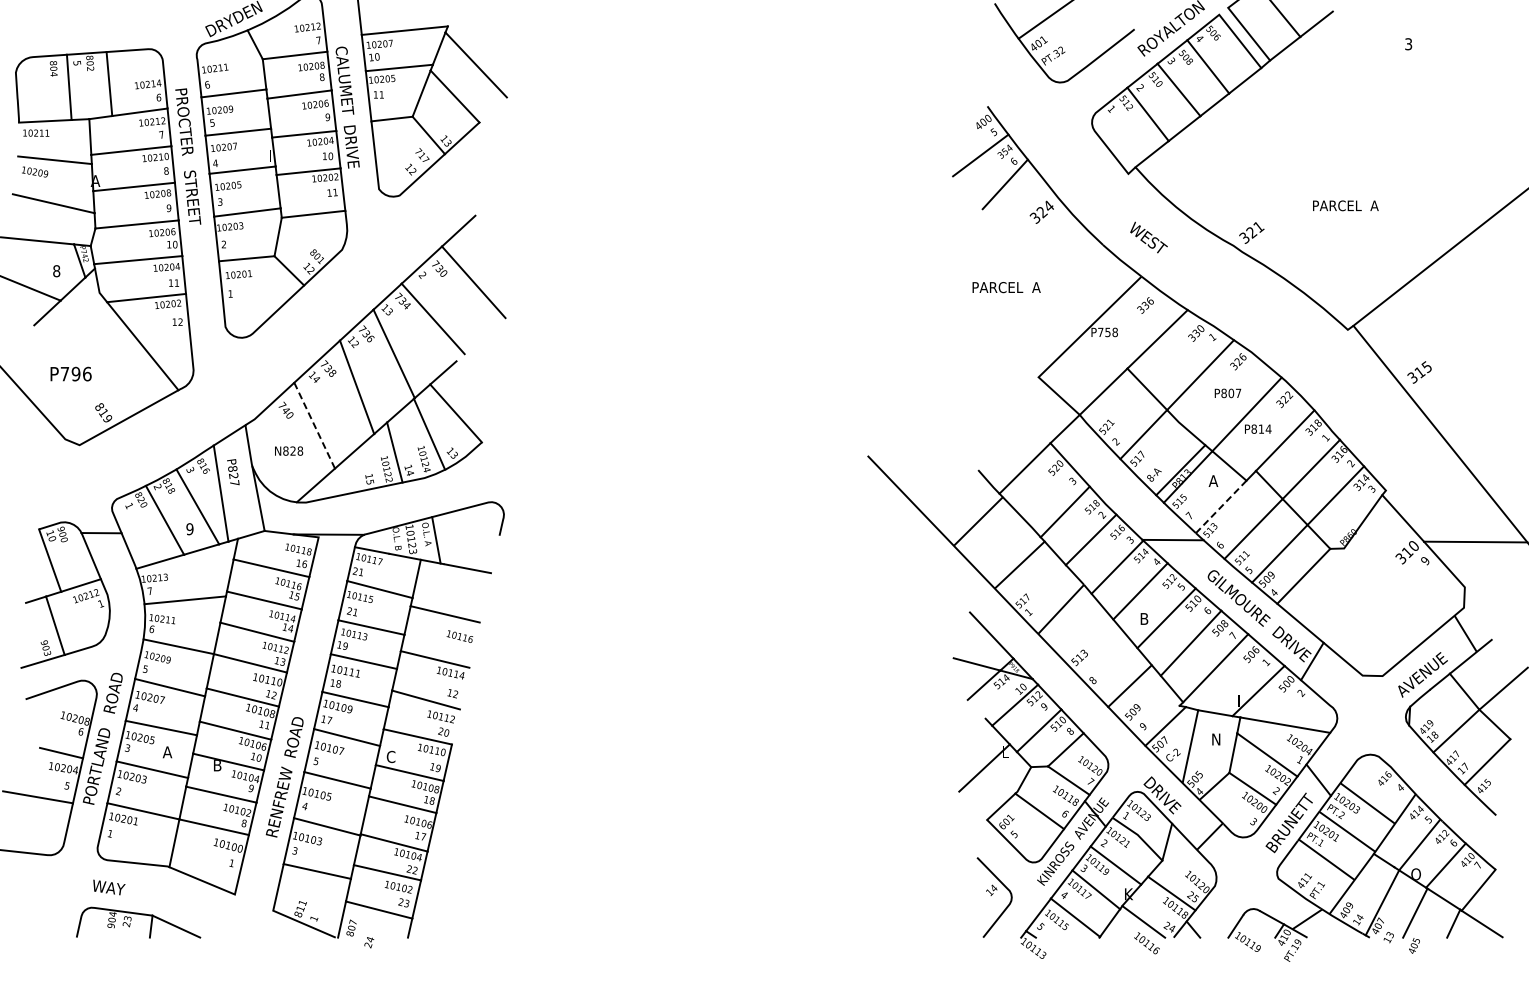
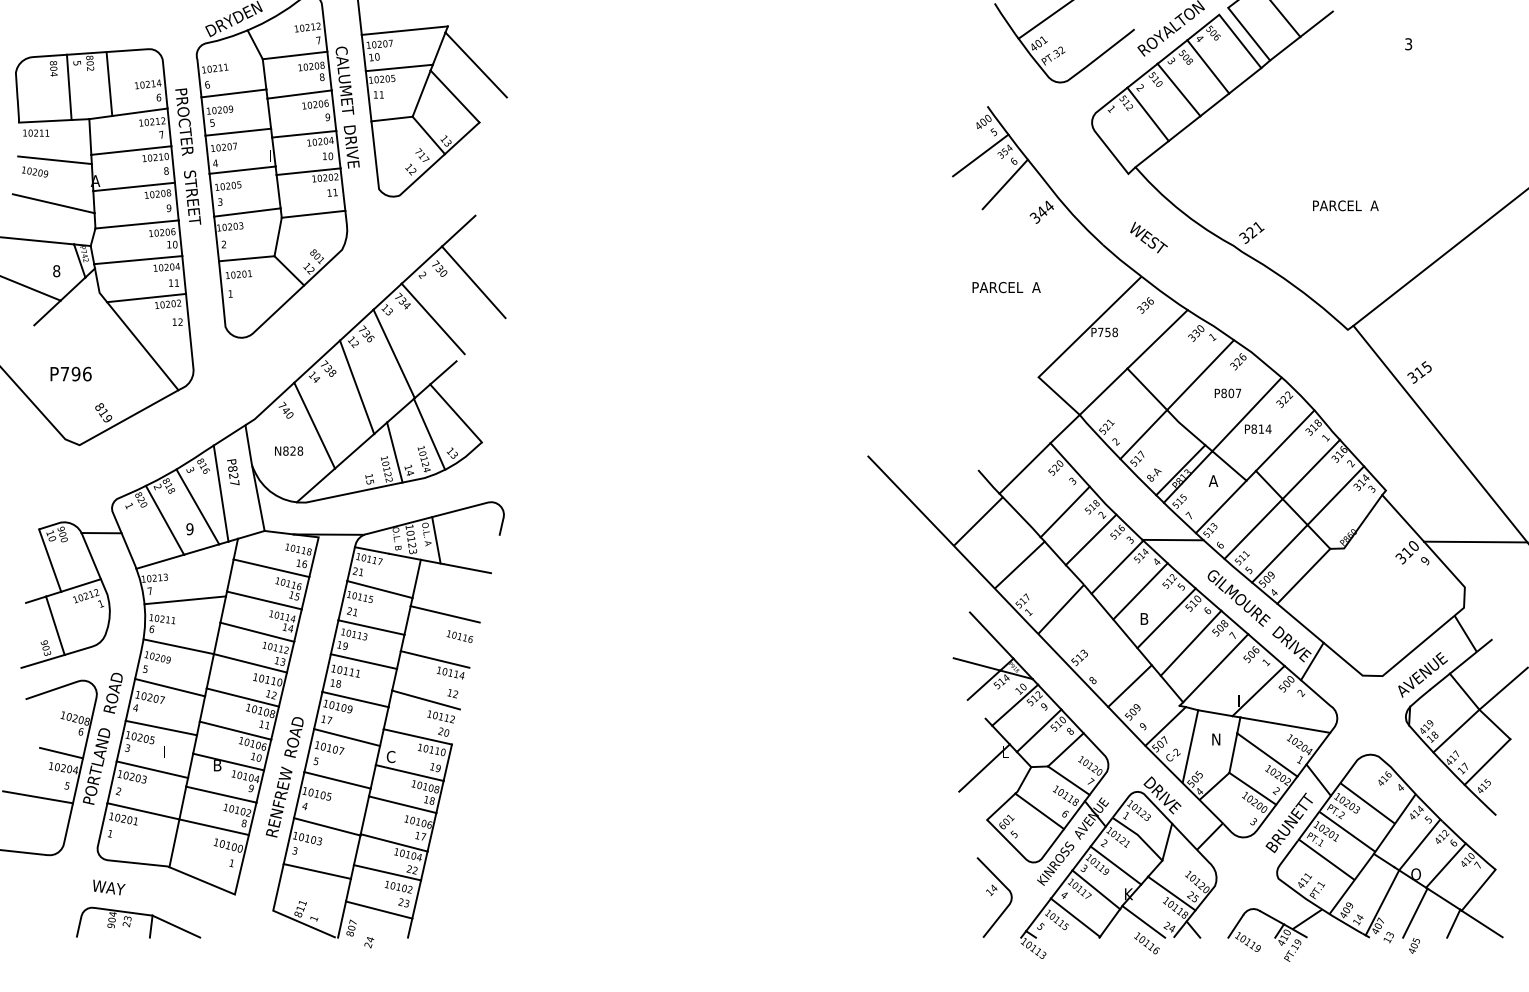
text at (1041, 212): 324 -> 344
line at (314, 426): dashed -> solid
line at (1220, 507): dashed -> solid
text at (167, 752): A -> I
